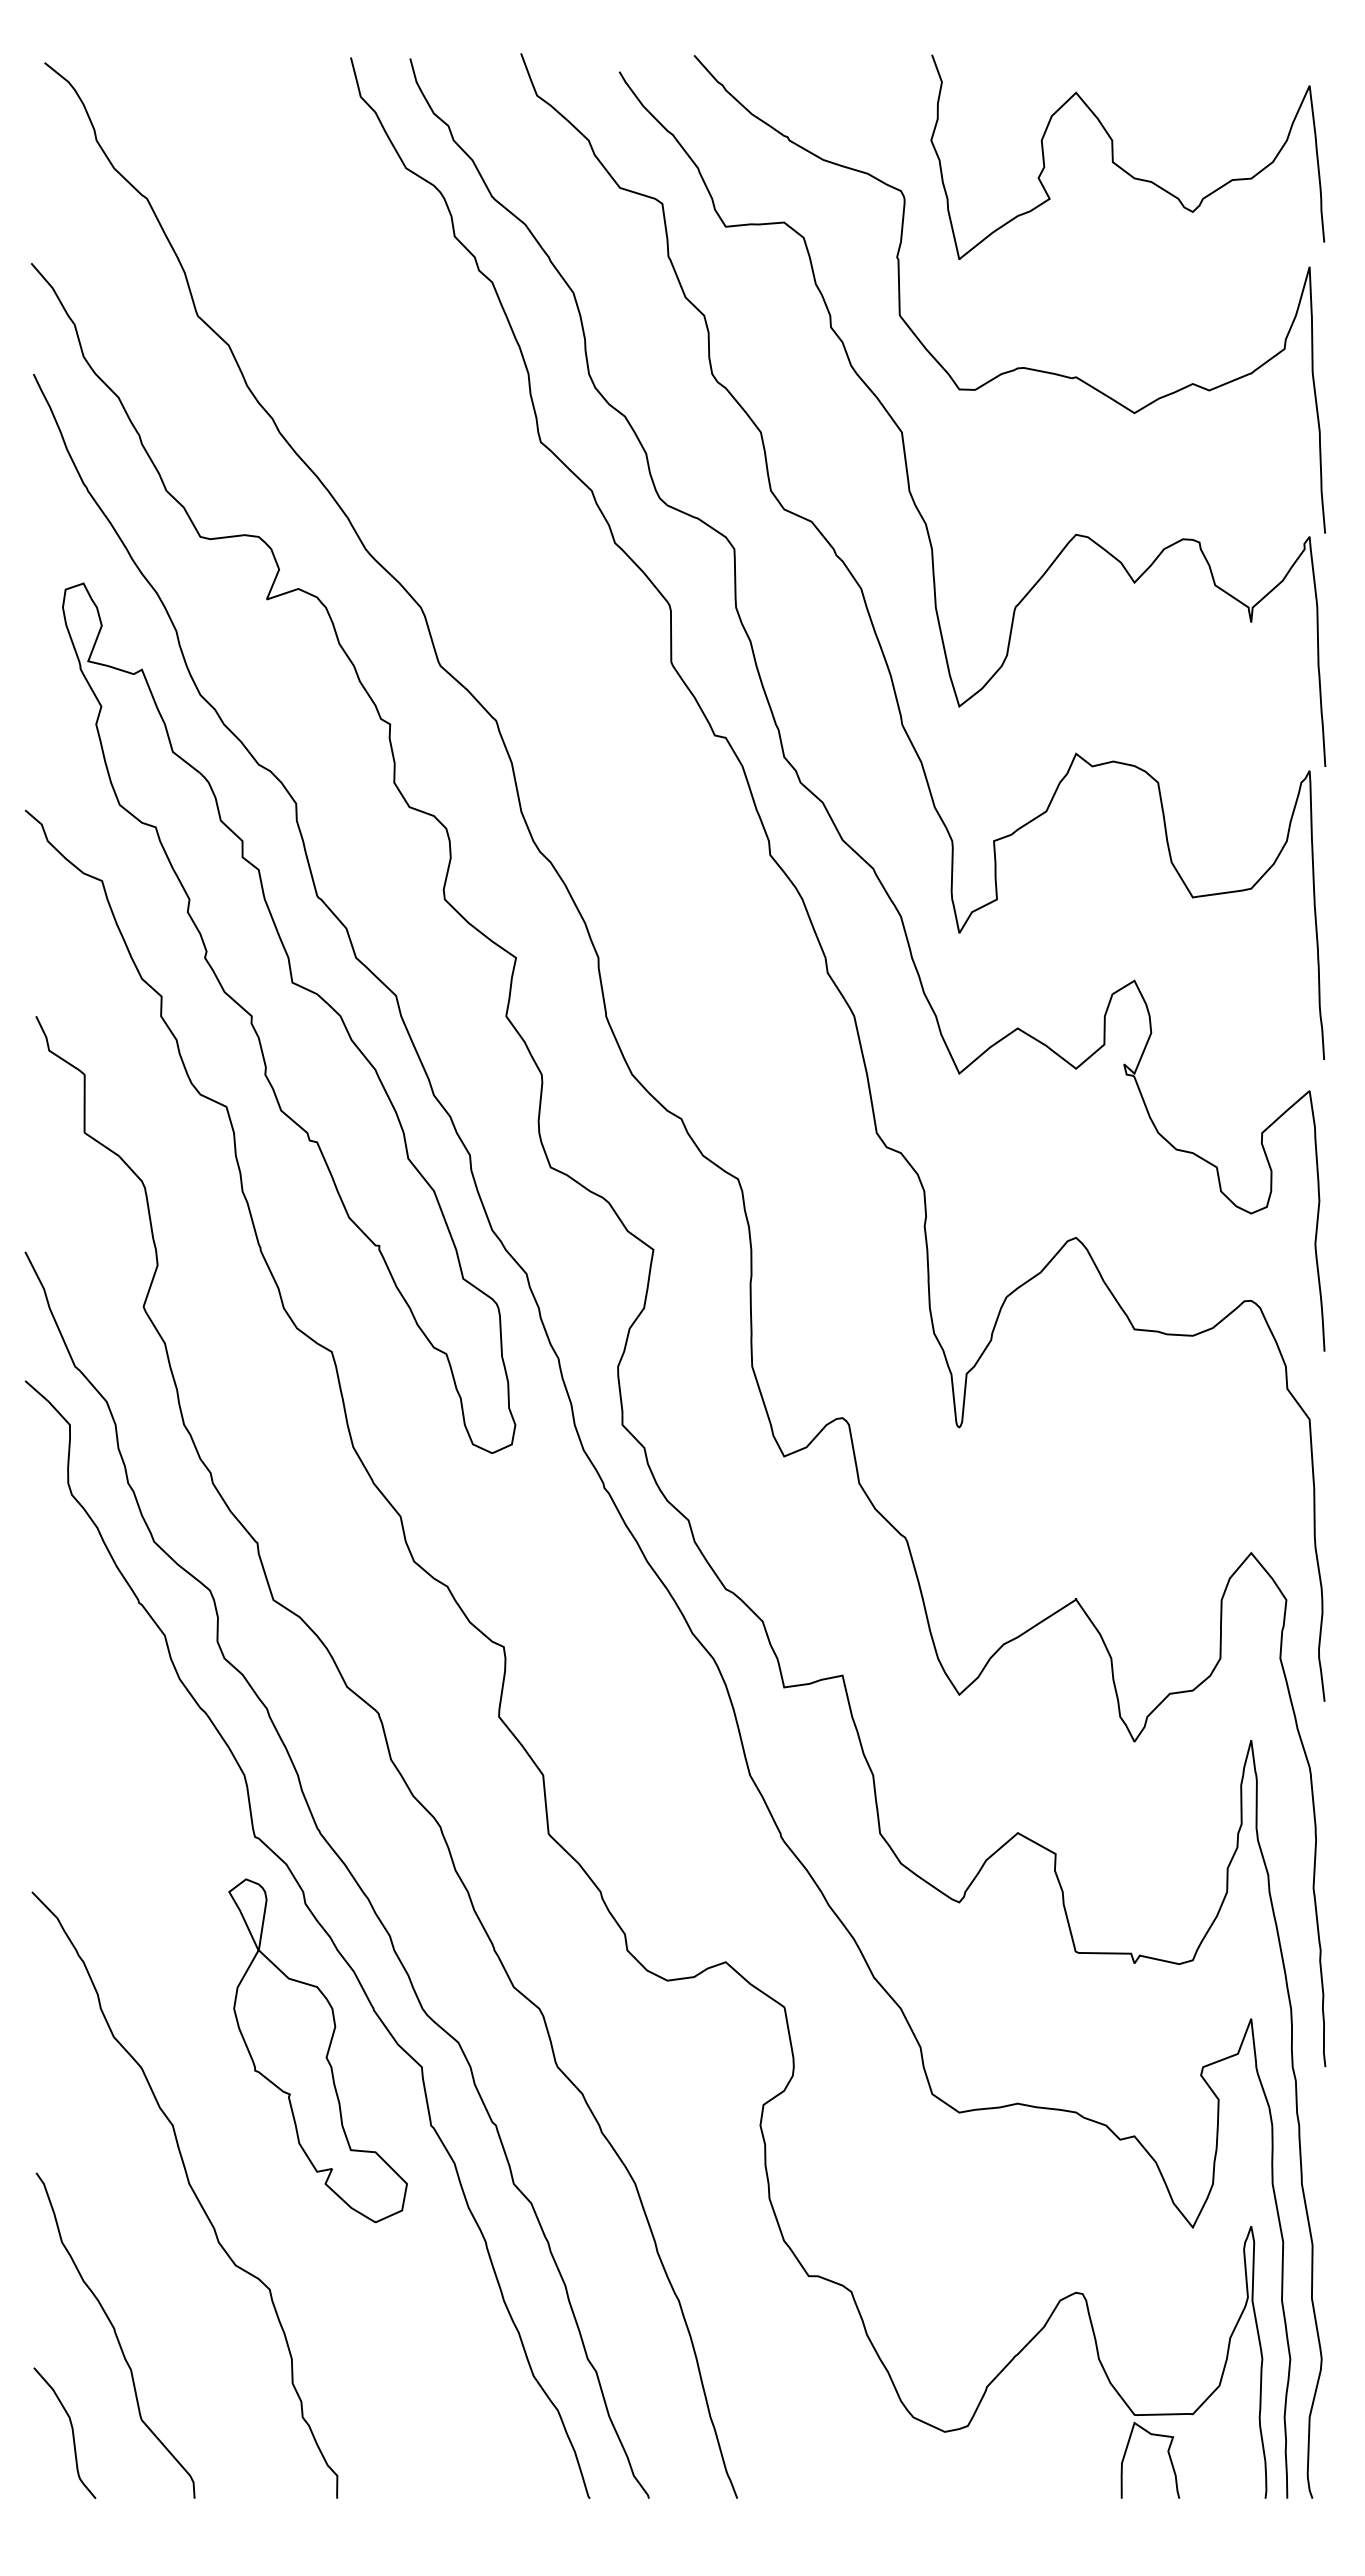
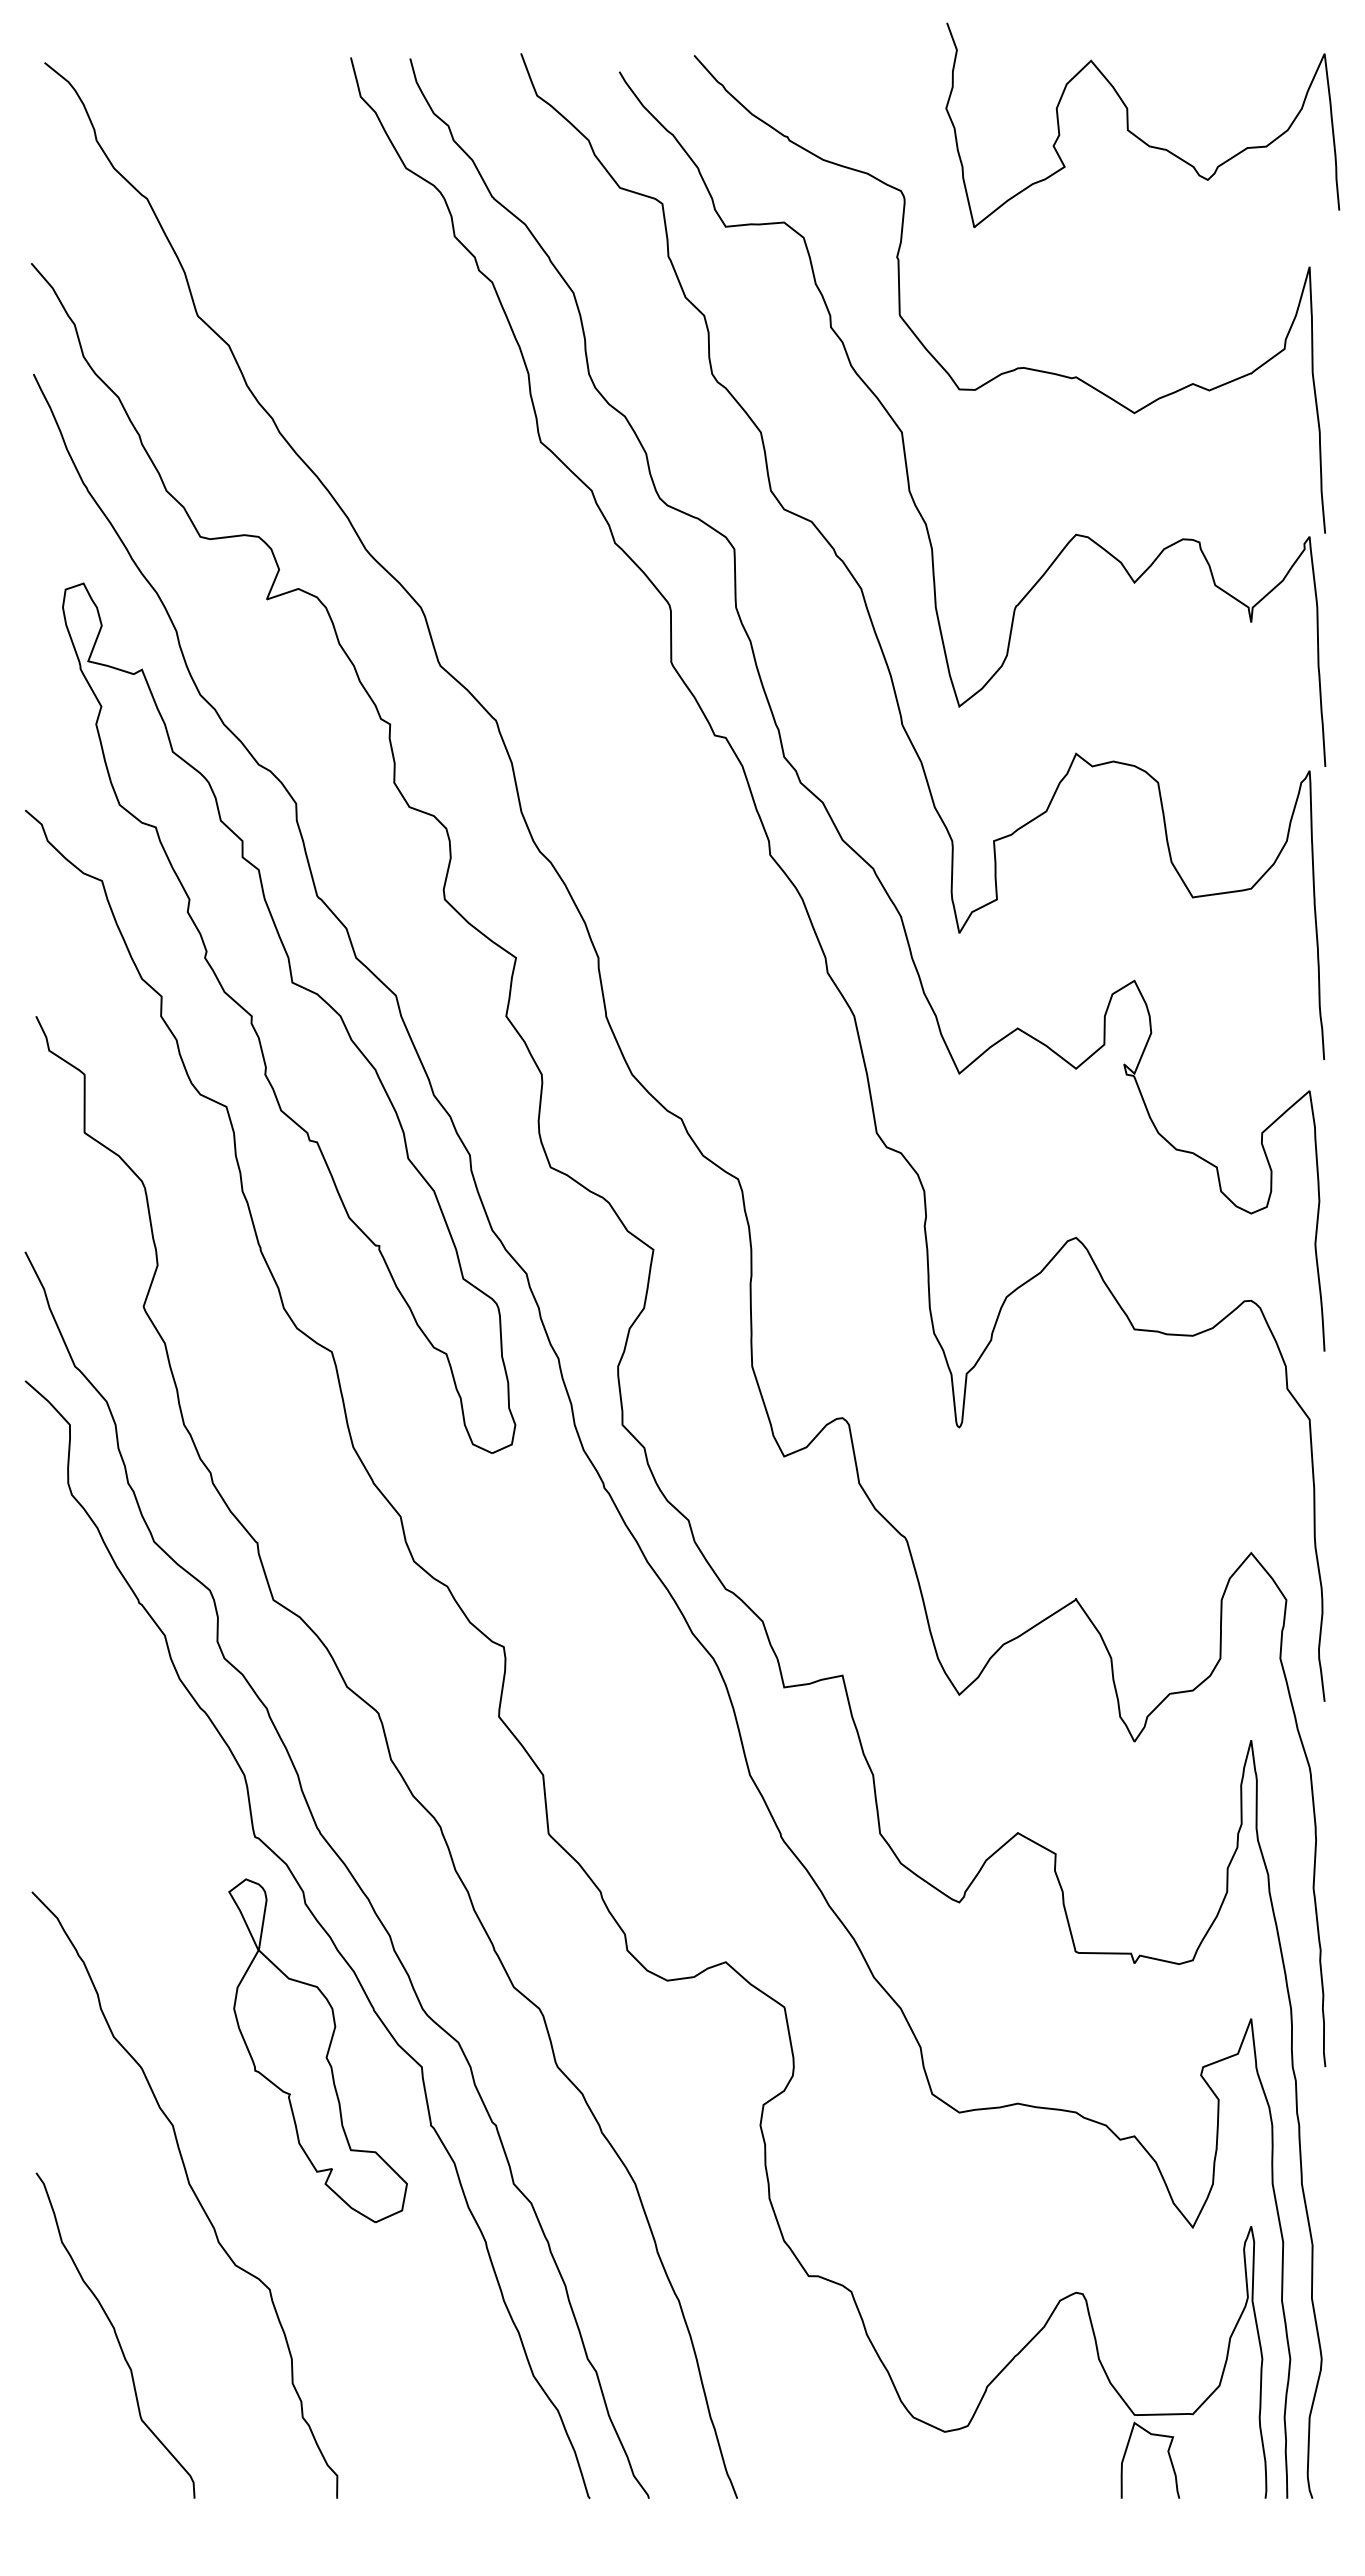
curve at (1119, 165) position: (1119, 165) -> (1134, 133)
curve at (71, 2430): present -> none
